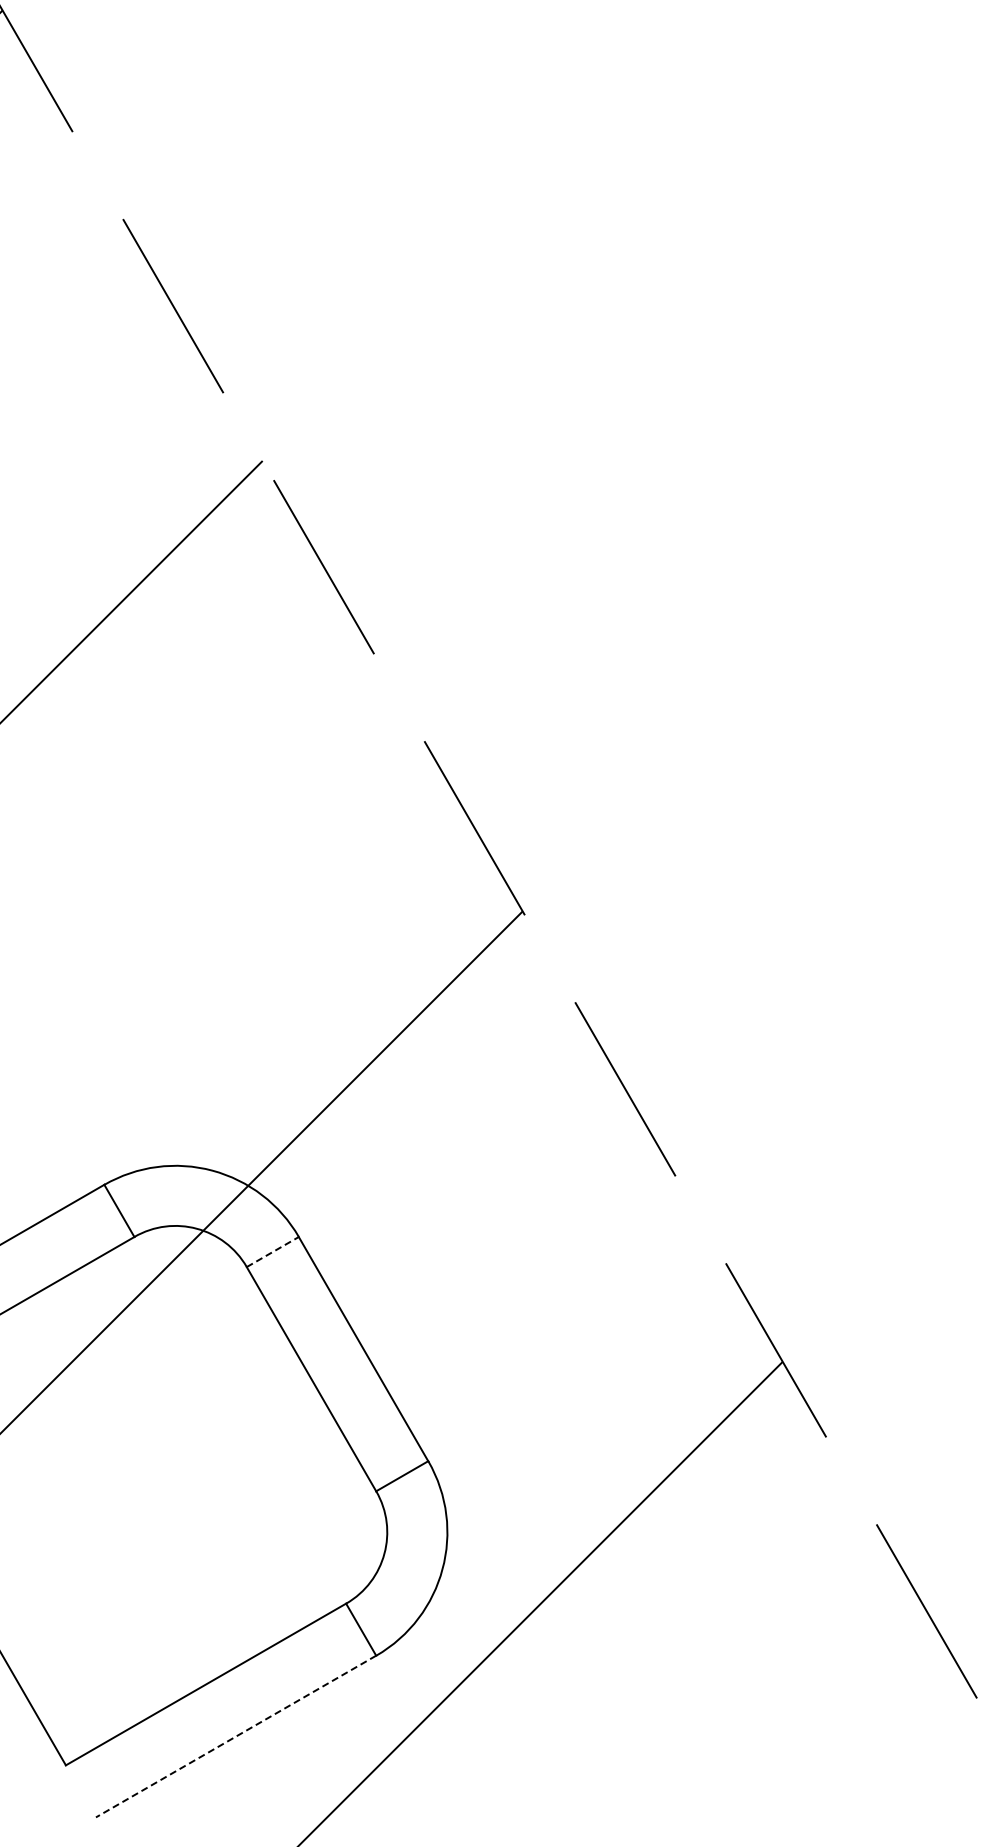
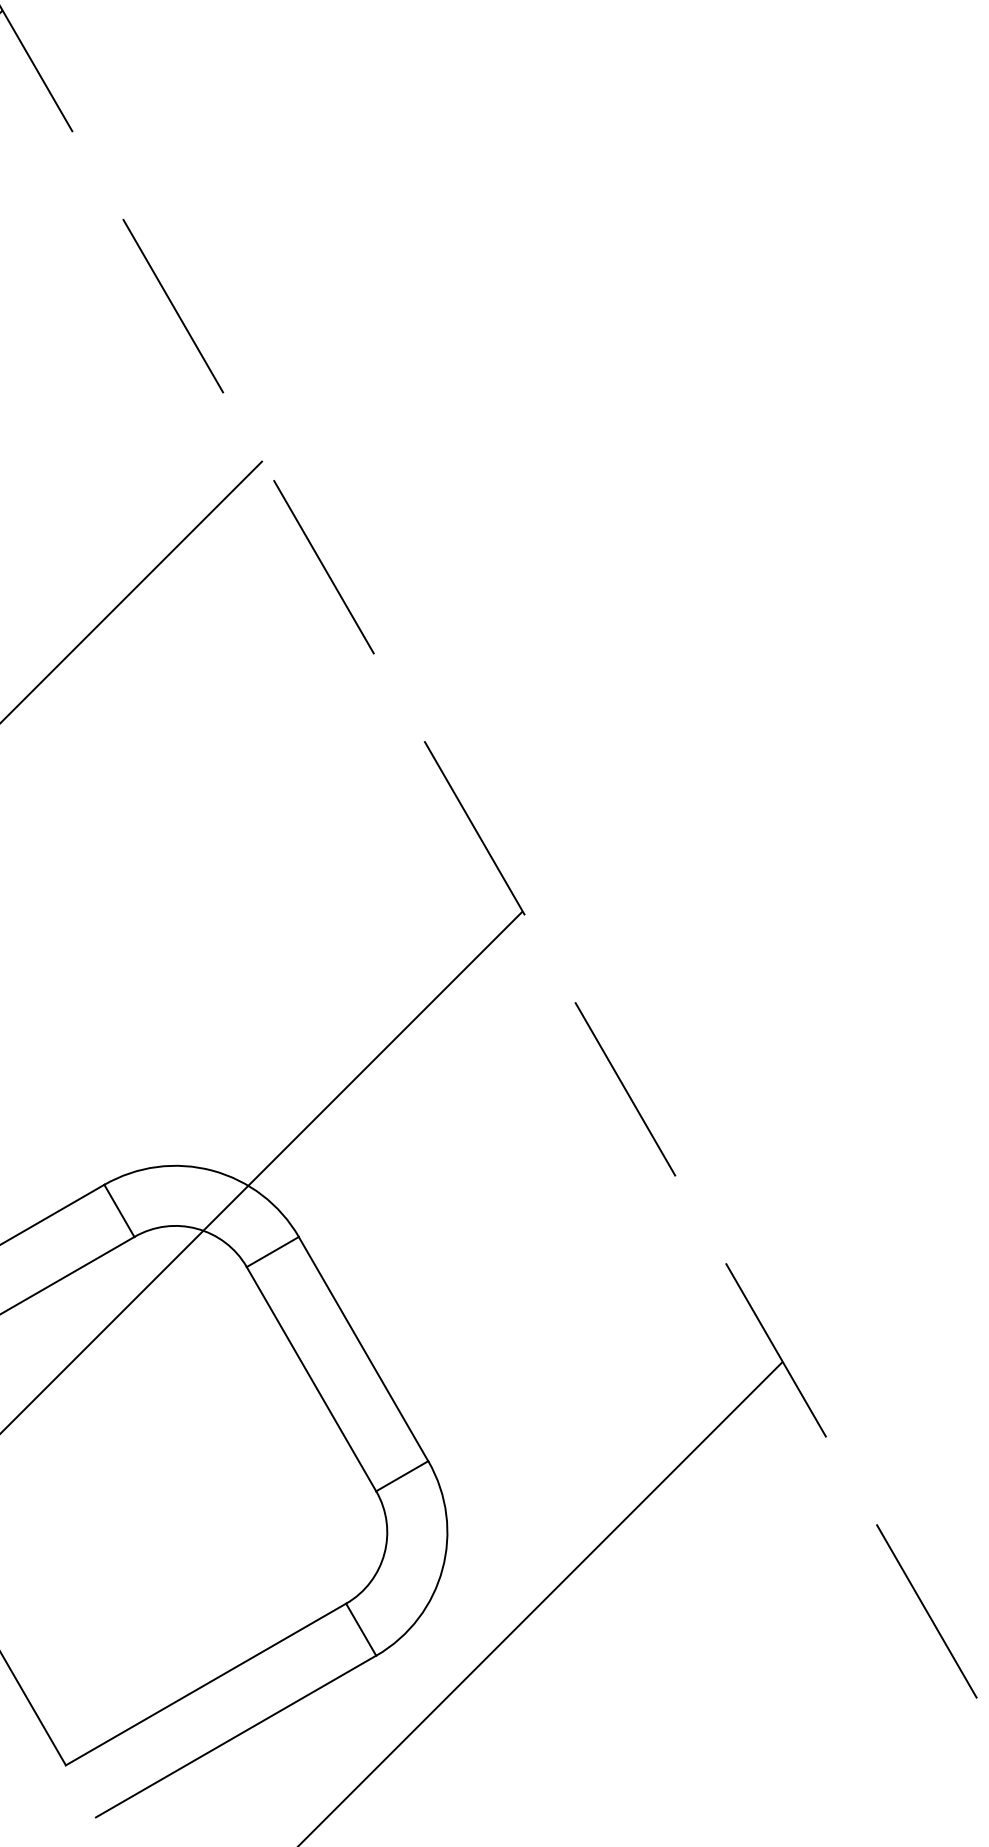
line at (273, 1251): dashed -> solid
line at (236, 1736): dashed -> solid
